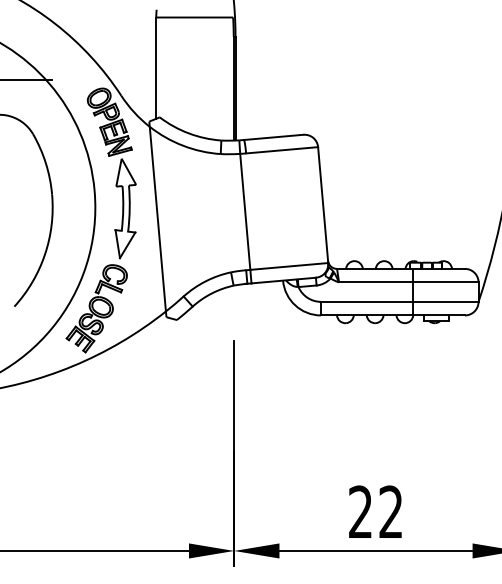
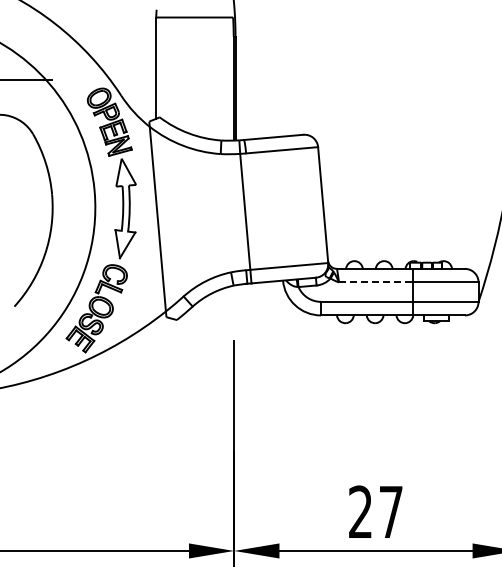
line at (376, 282): solid -> dashed
text at (390, 511): 22 -> 27
